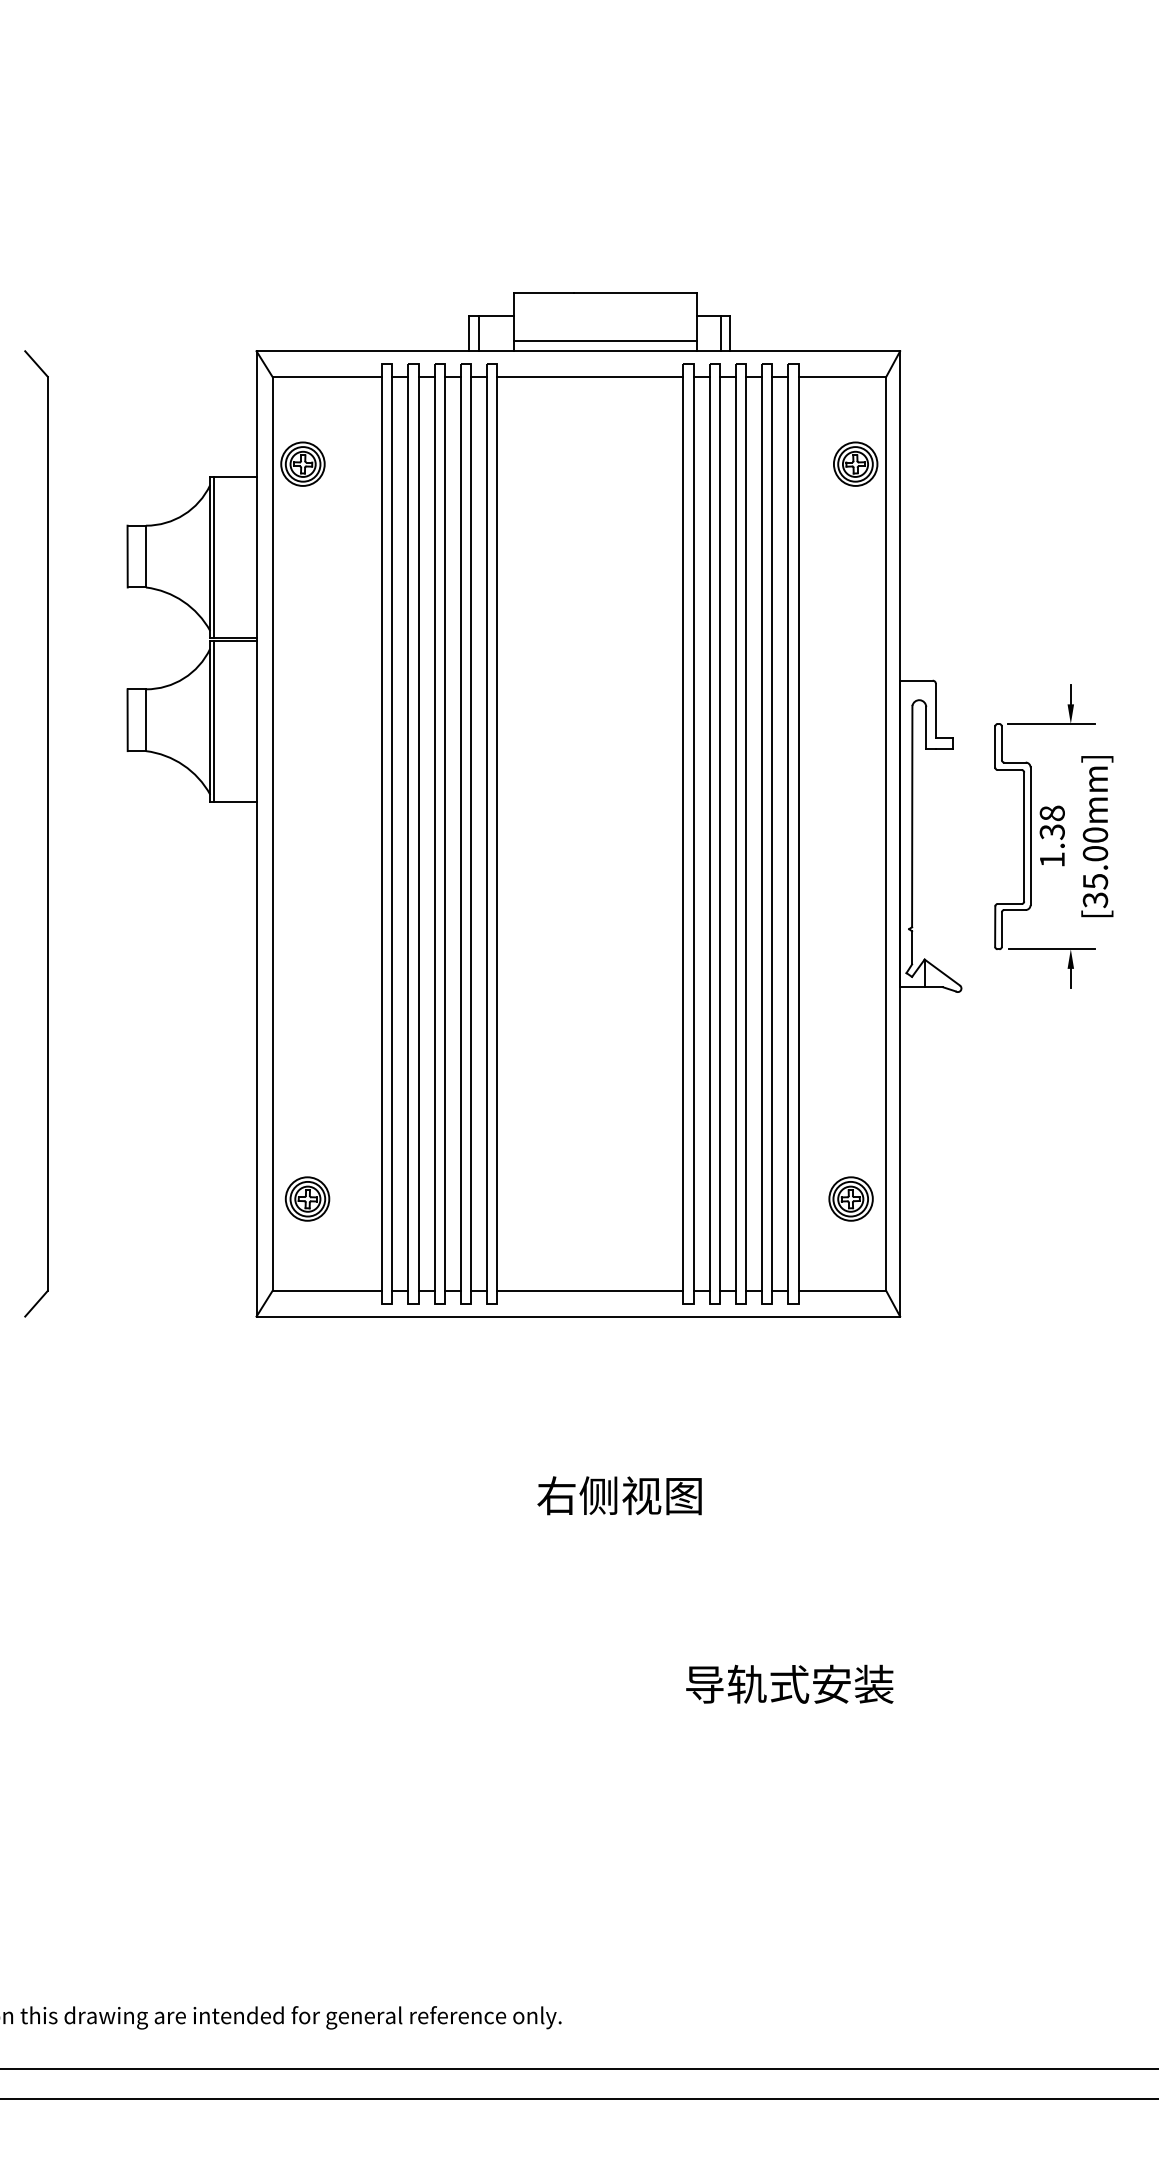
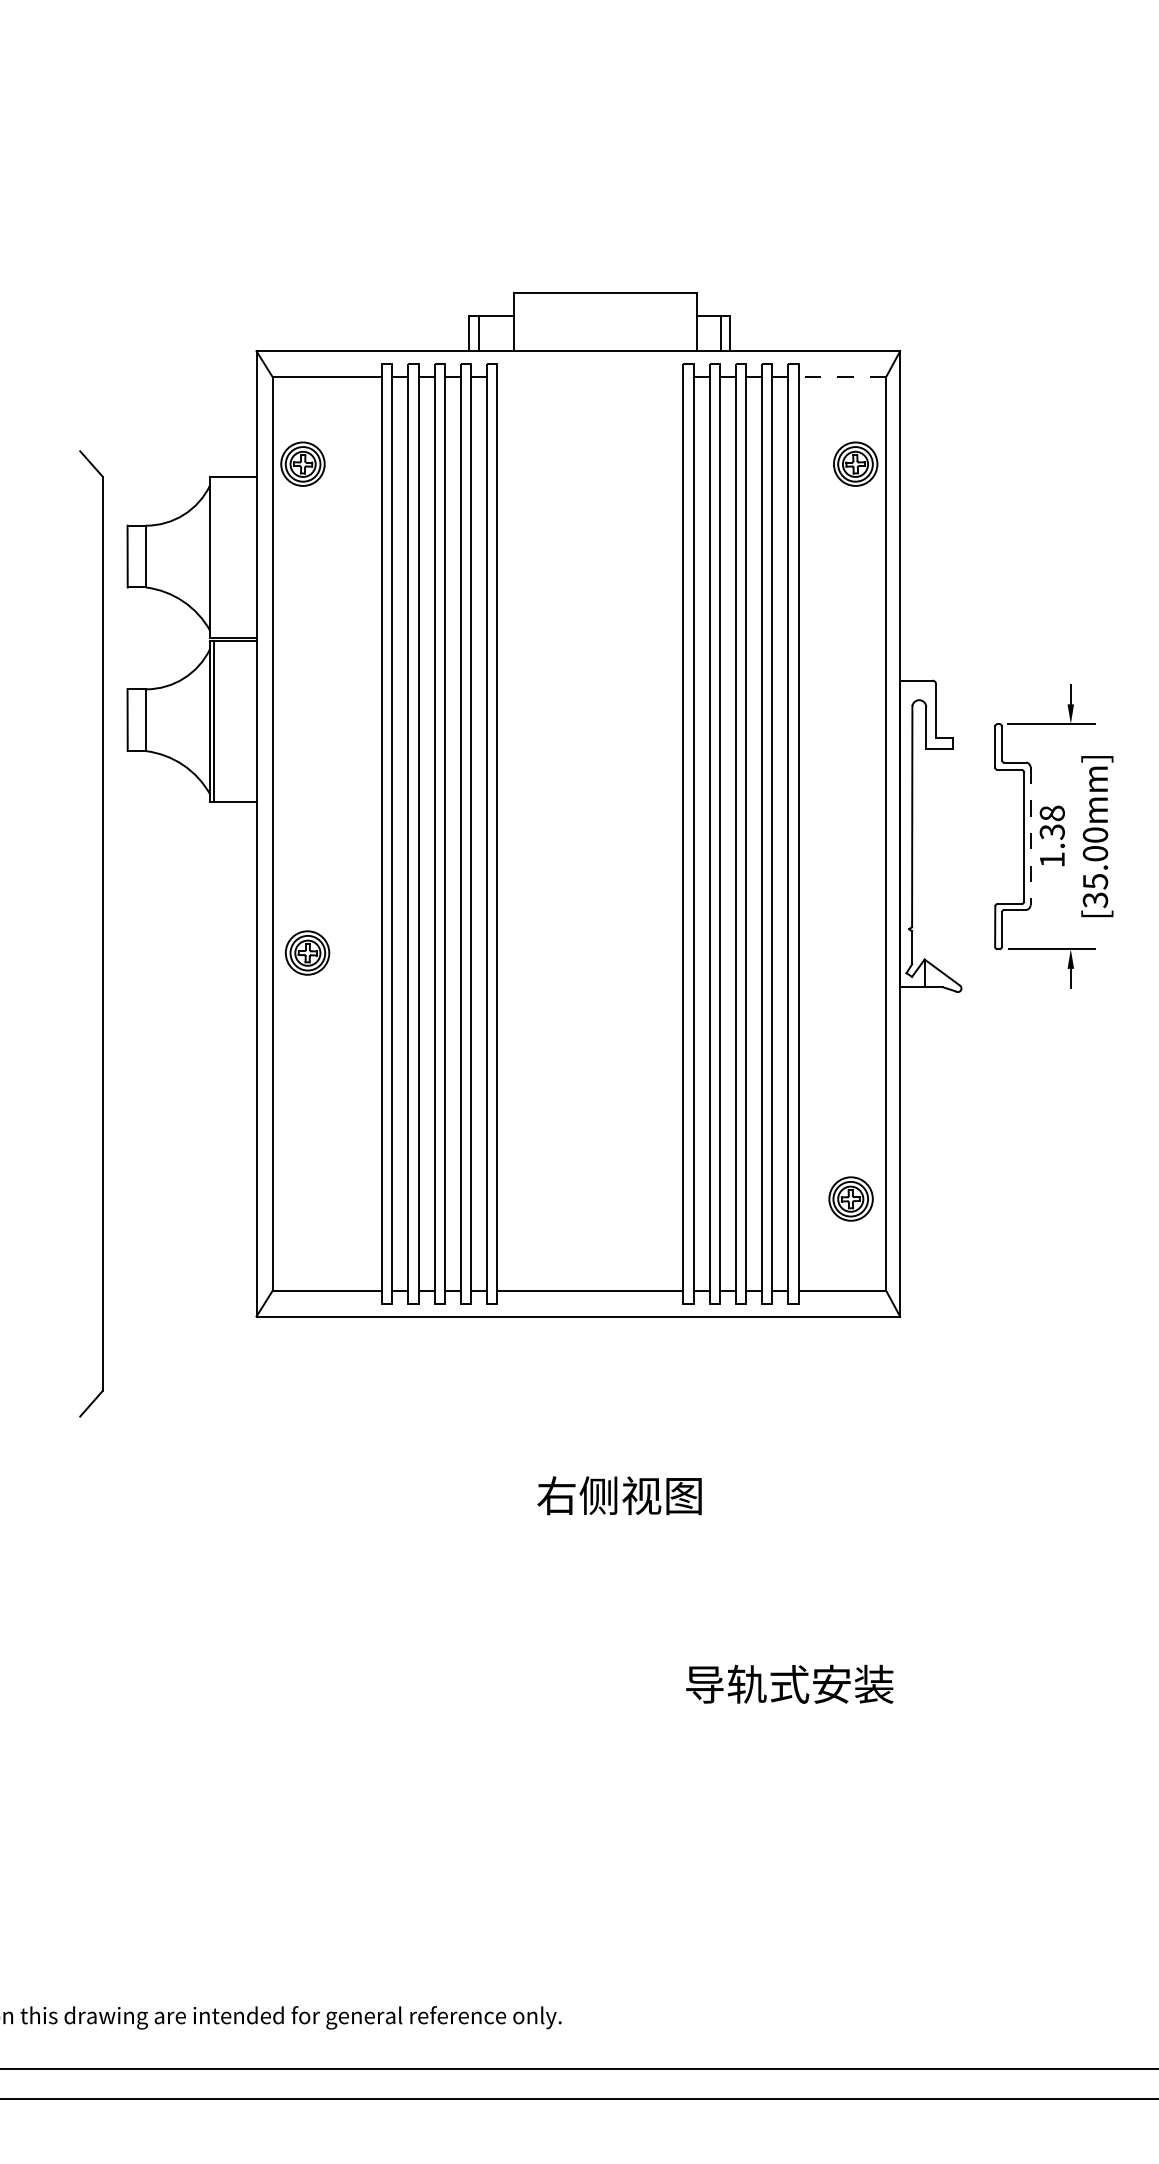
line at (605, 341): present -> none
line at (590, 376): present -> none
line at (842, 376): solid -> dashed
line at (214, 557): present -> none
part at (47, 833) position: (47, 833) -> (102, 933)
line at (1030, 836): solid -> dashed
part at (307, 1198) position: (307, 1198) -> (307, 952)
